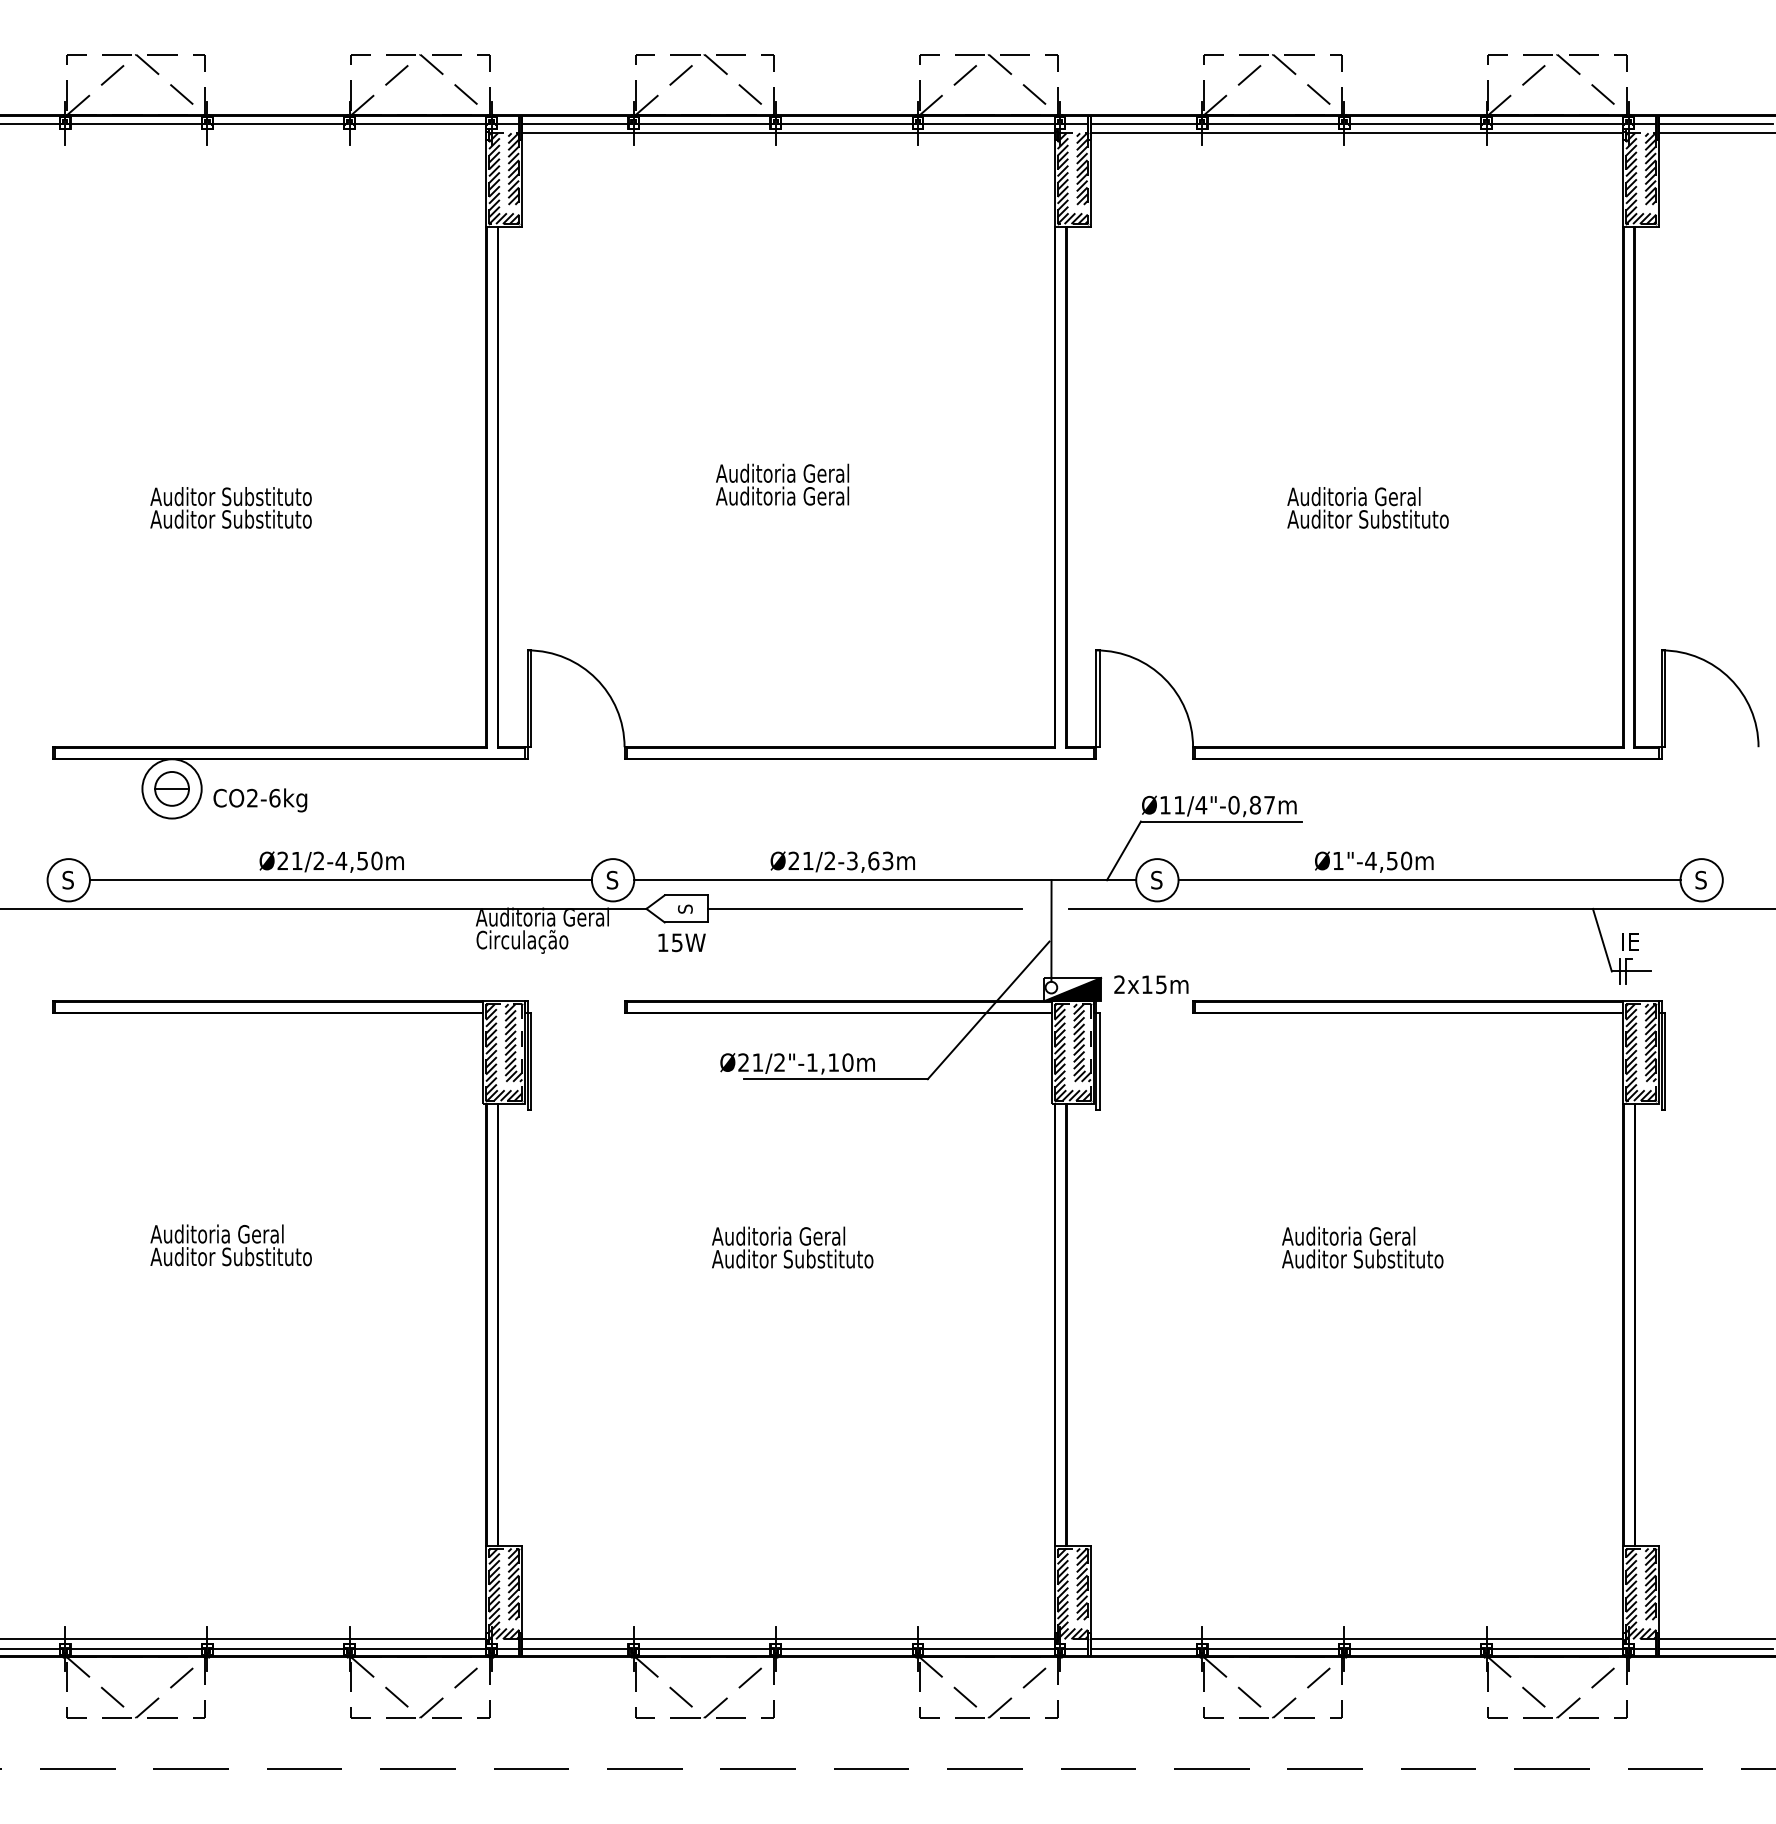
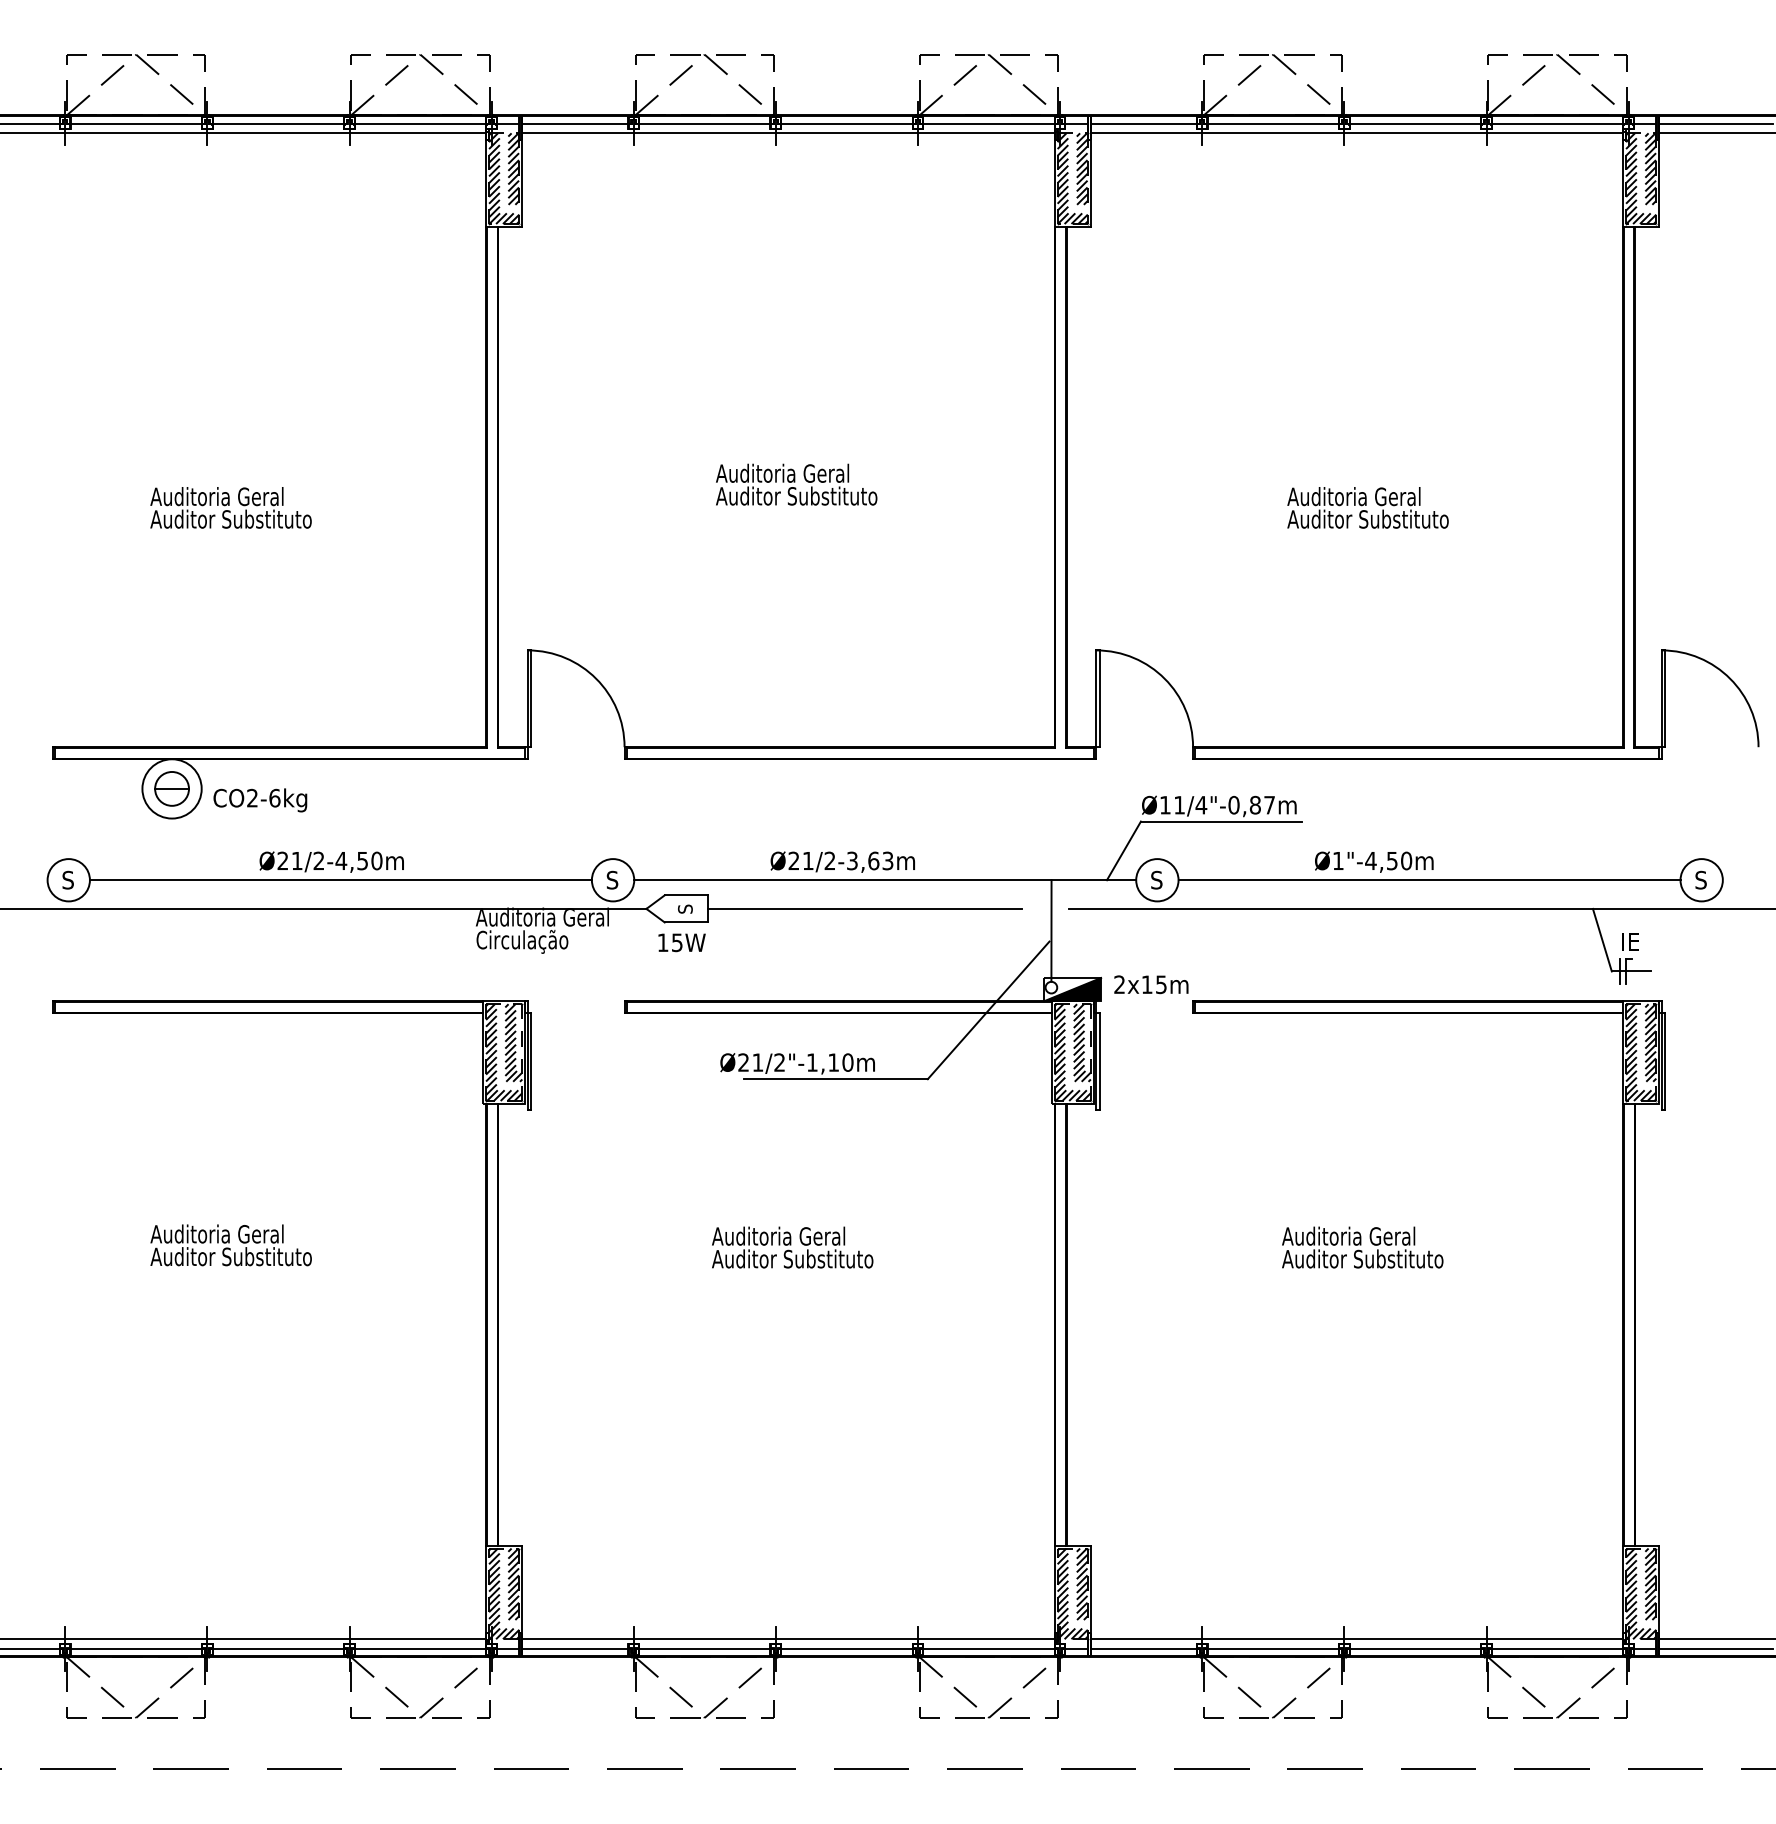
line at (244, 133): none -> present
text at (829, 495): Auditoria Geral -> Auditor Substituto
text at (264, 496): Auditor Substituto -> Auditoria Geral
